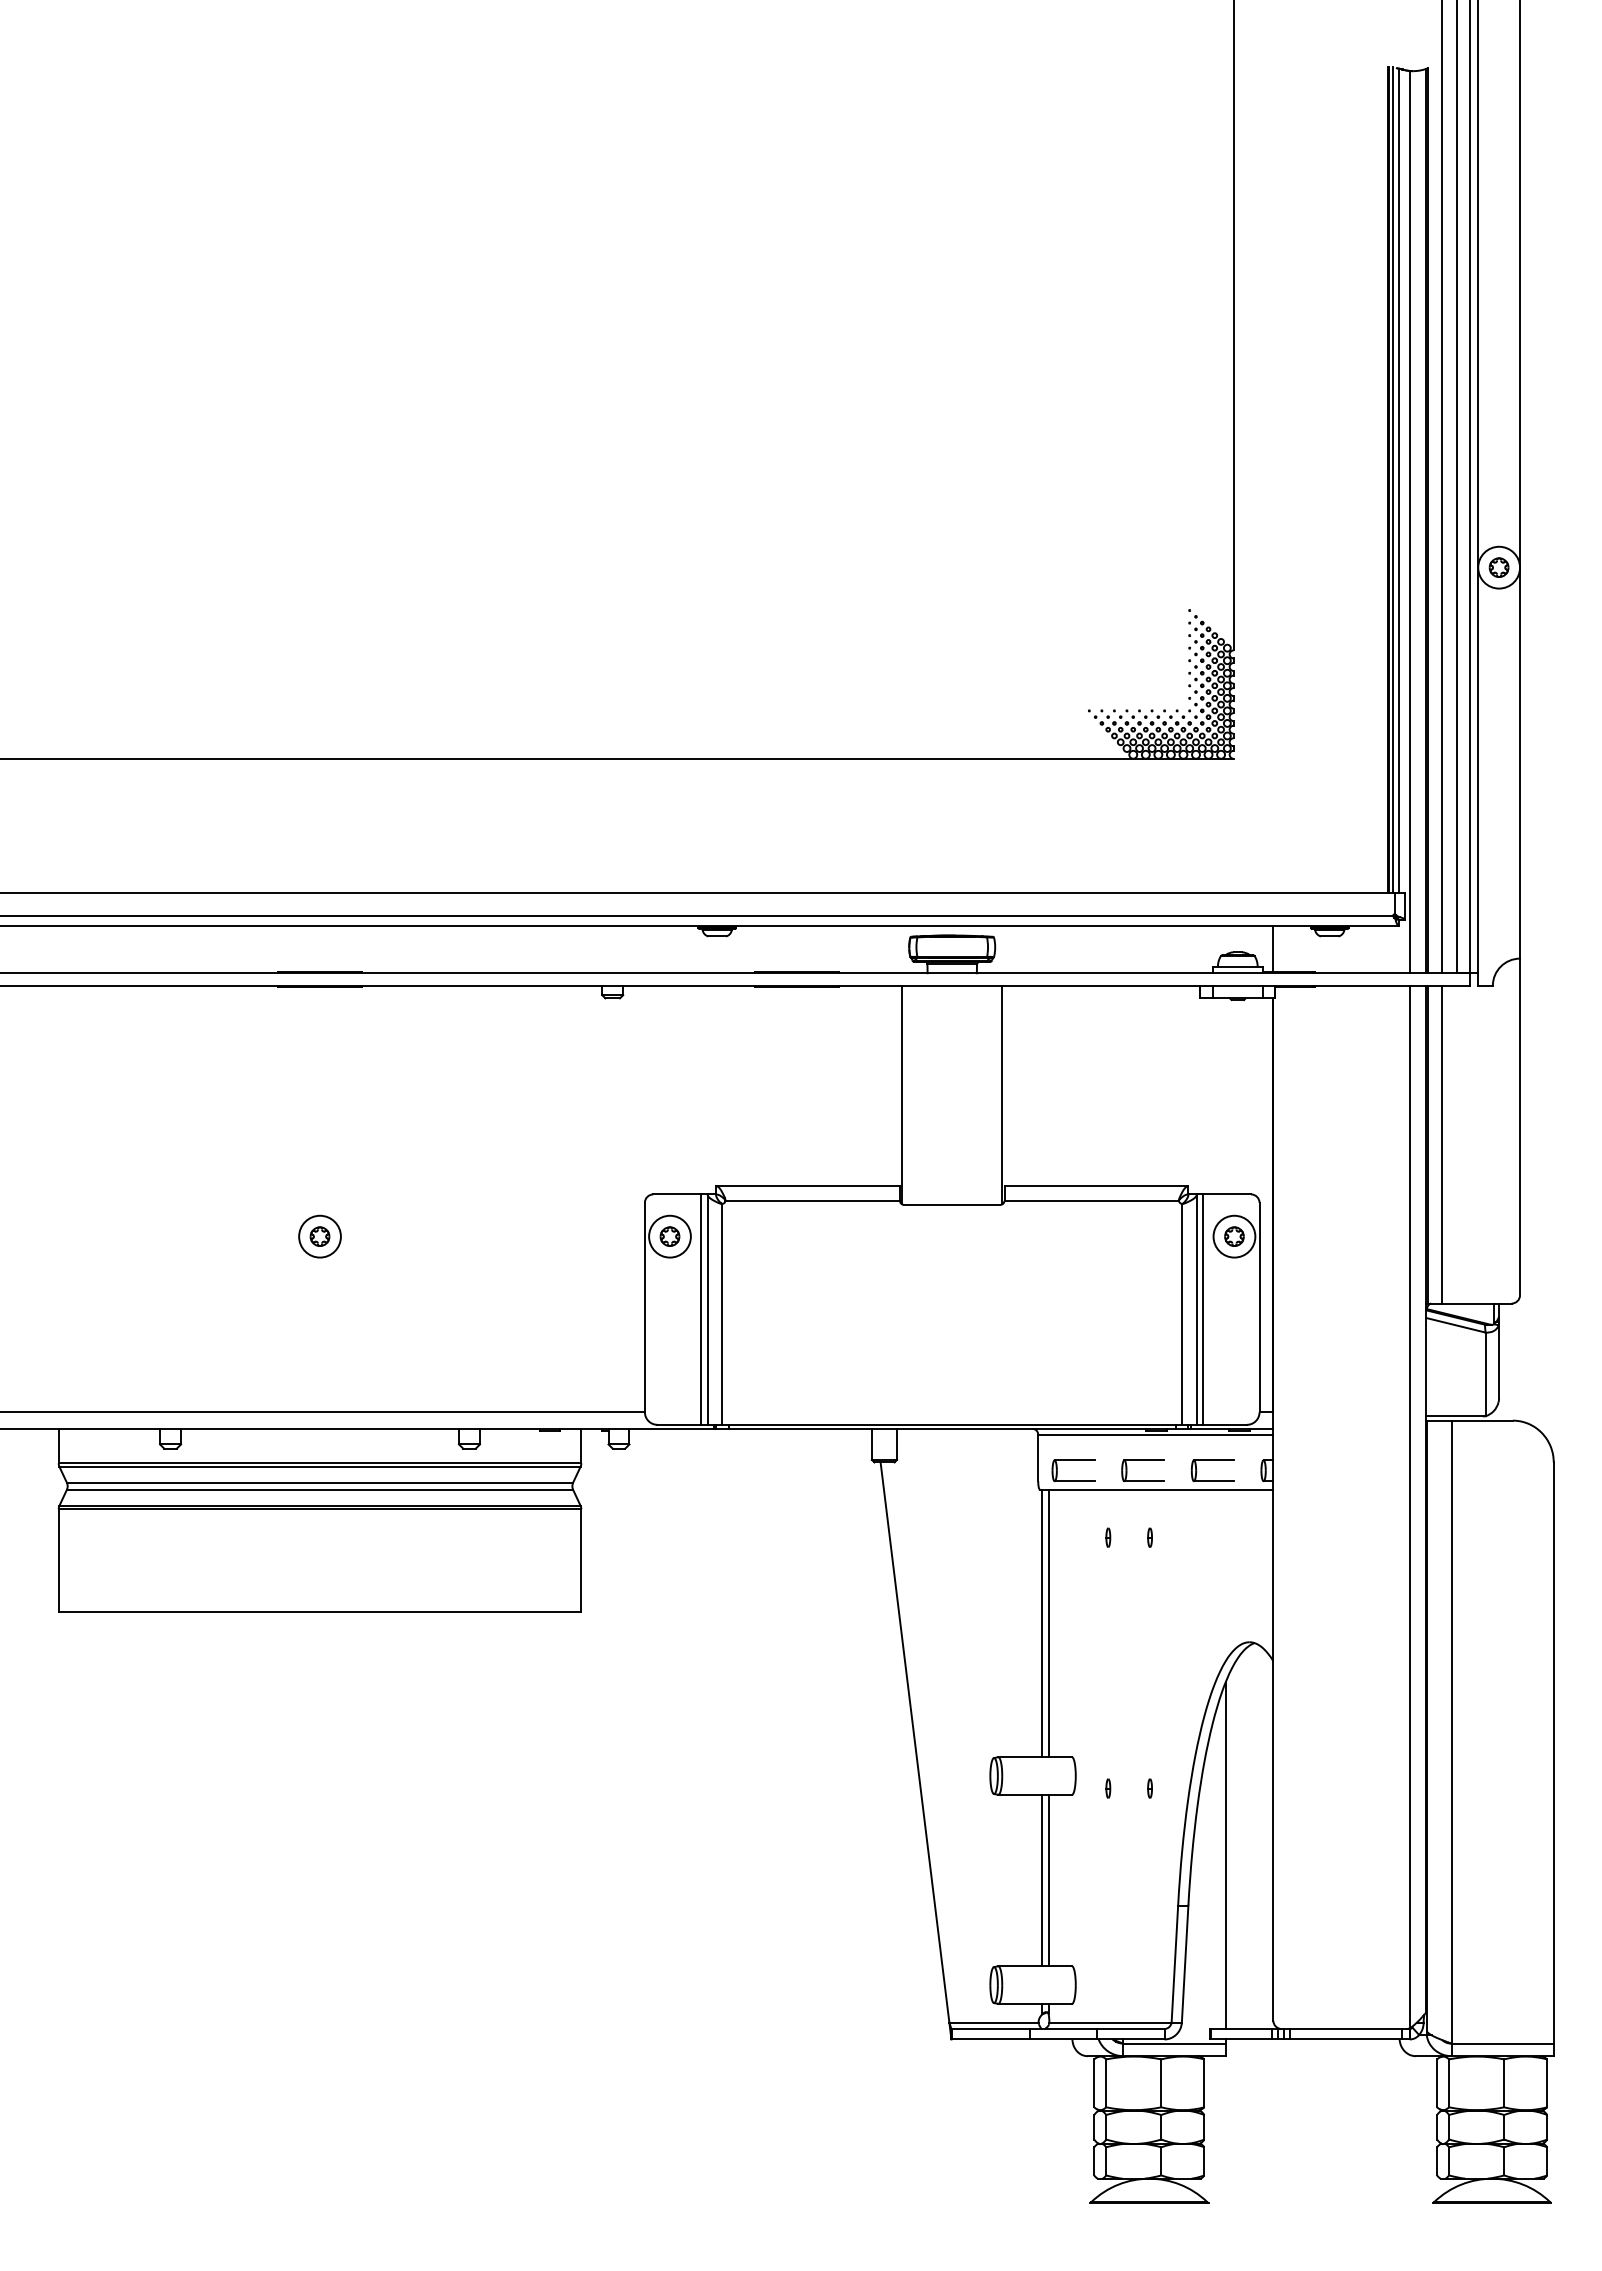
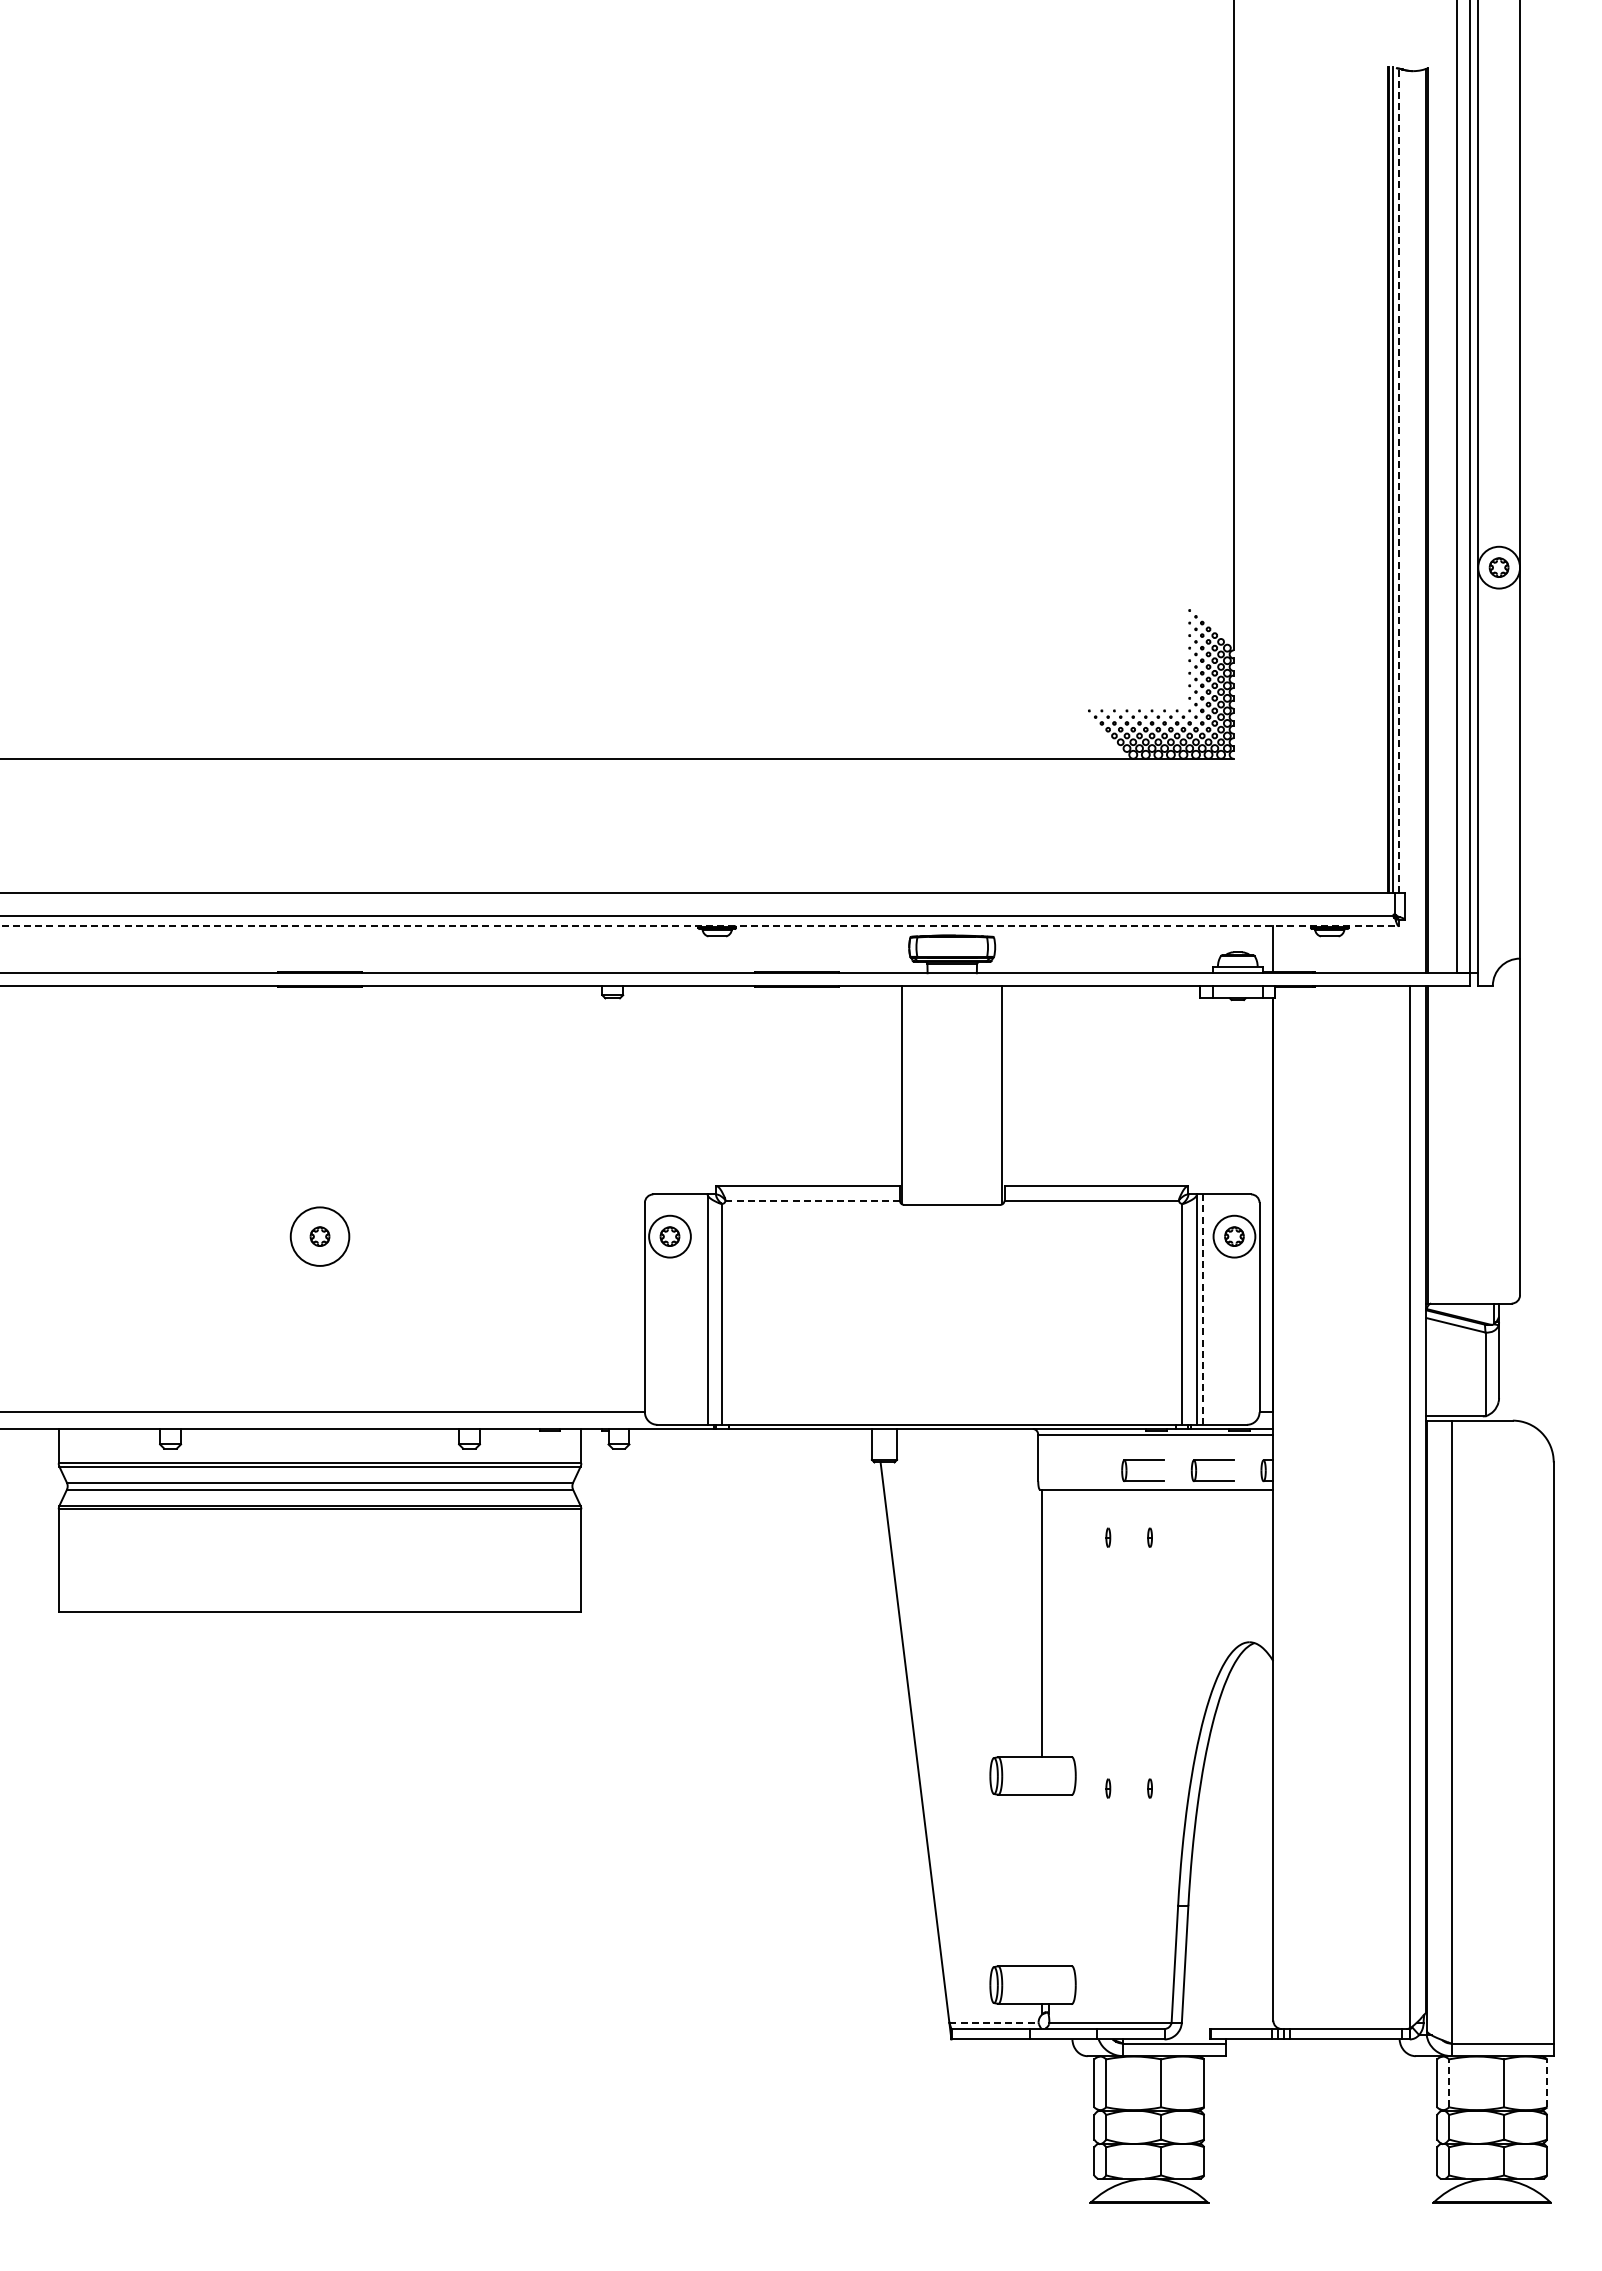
line at (1398, 480): solid -> dashed
line at (1441, 487): present -> none
line at (1409, 521): present -> none
line at (699, 926): solid -> dashed
line at (1441, 1144): present -> none
line at (813, 1200): solid -> dashed
circle at (319, 1236) diameter: 42 px -> 59 px
line at (701, 1309): present -> none
line at (1203, 1309): solid -> dashed
part at (1073, 1460): present -> none
line at (1048, 1623): present -> none
line at (1225, 1855): present -> none
line at (1042, 1880): present -> none
line at (1048, 1880): present -> none
line at (993, 2022): solid -> dashed
line at (1449, 2083): solid -> dashed
line at (1547, 2083): solid -> dashed
